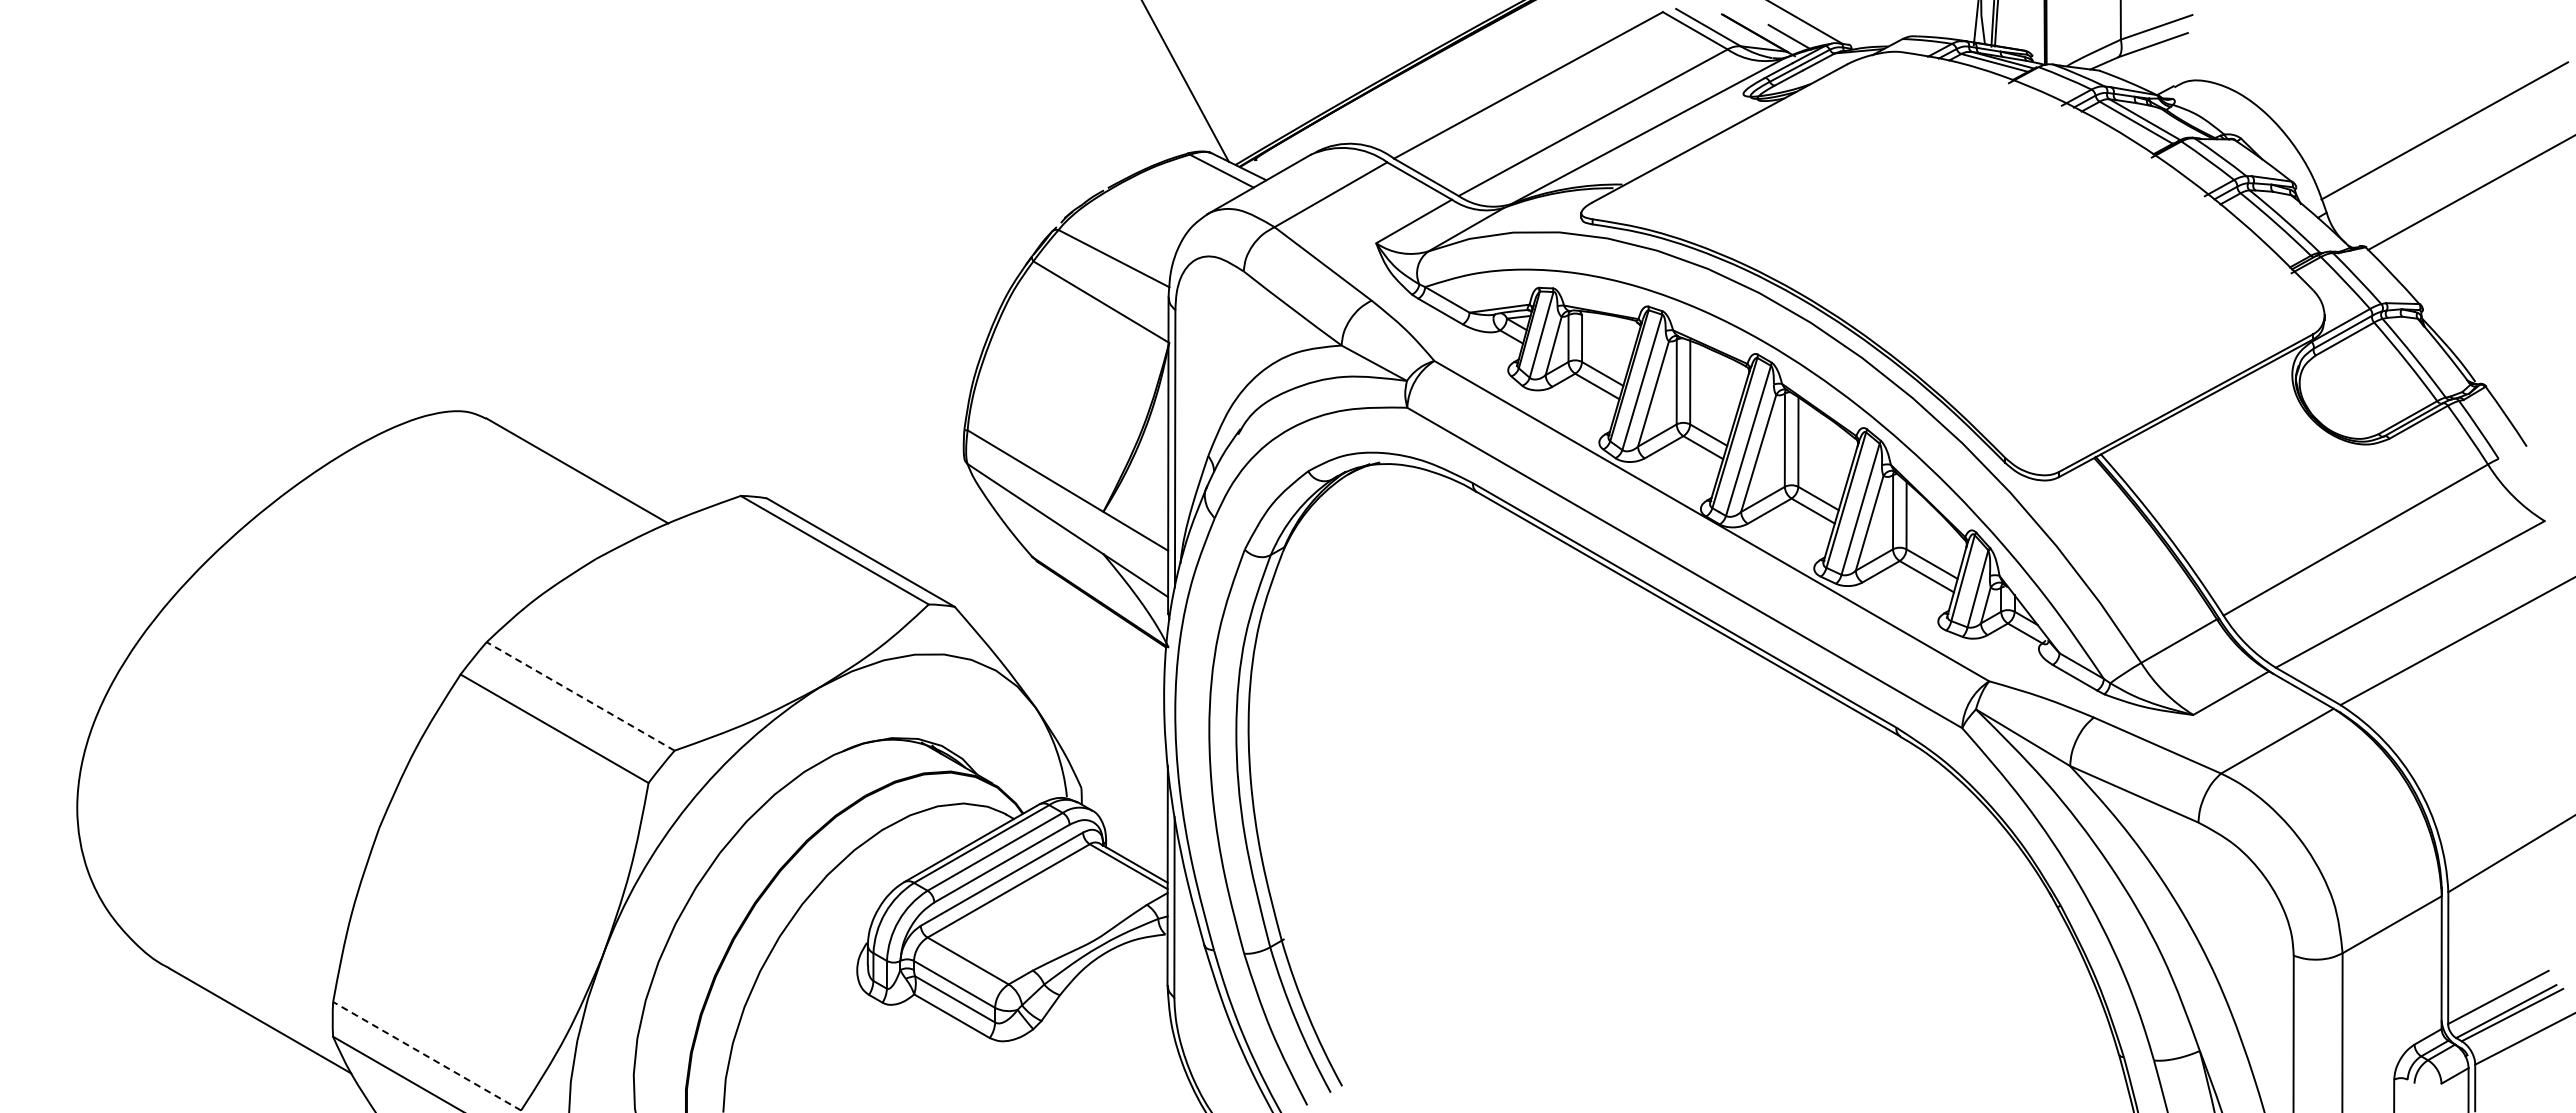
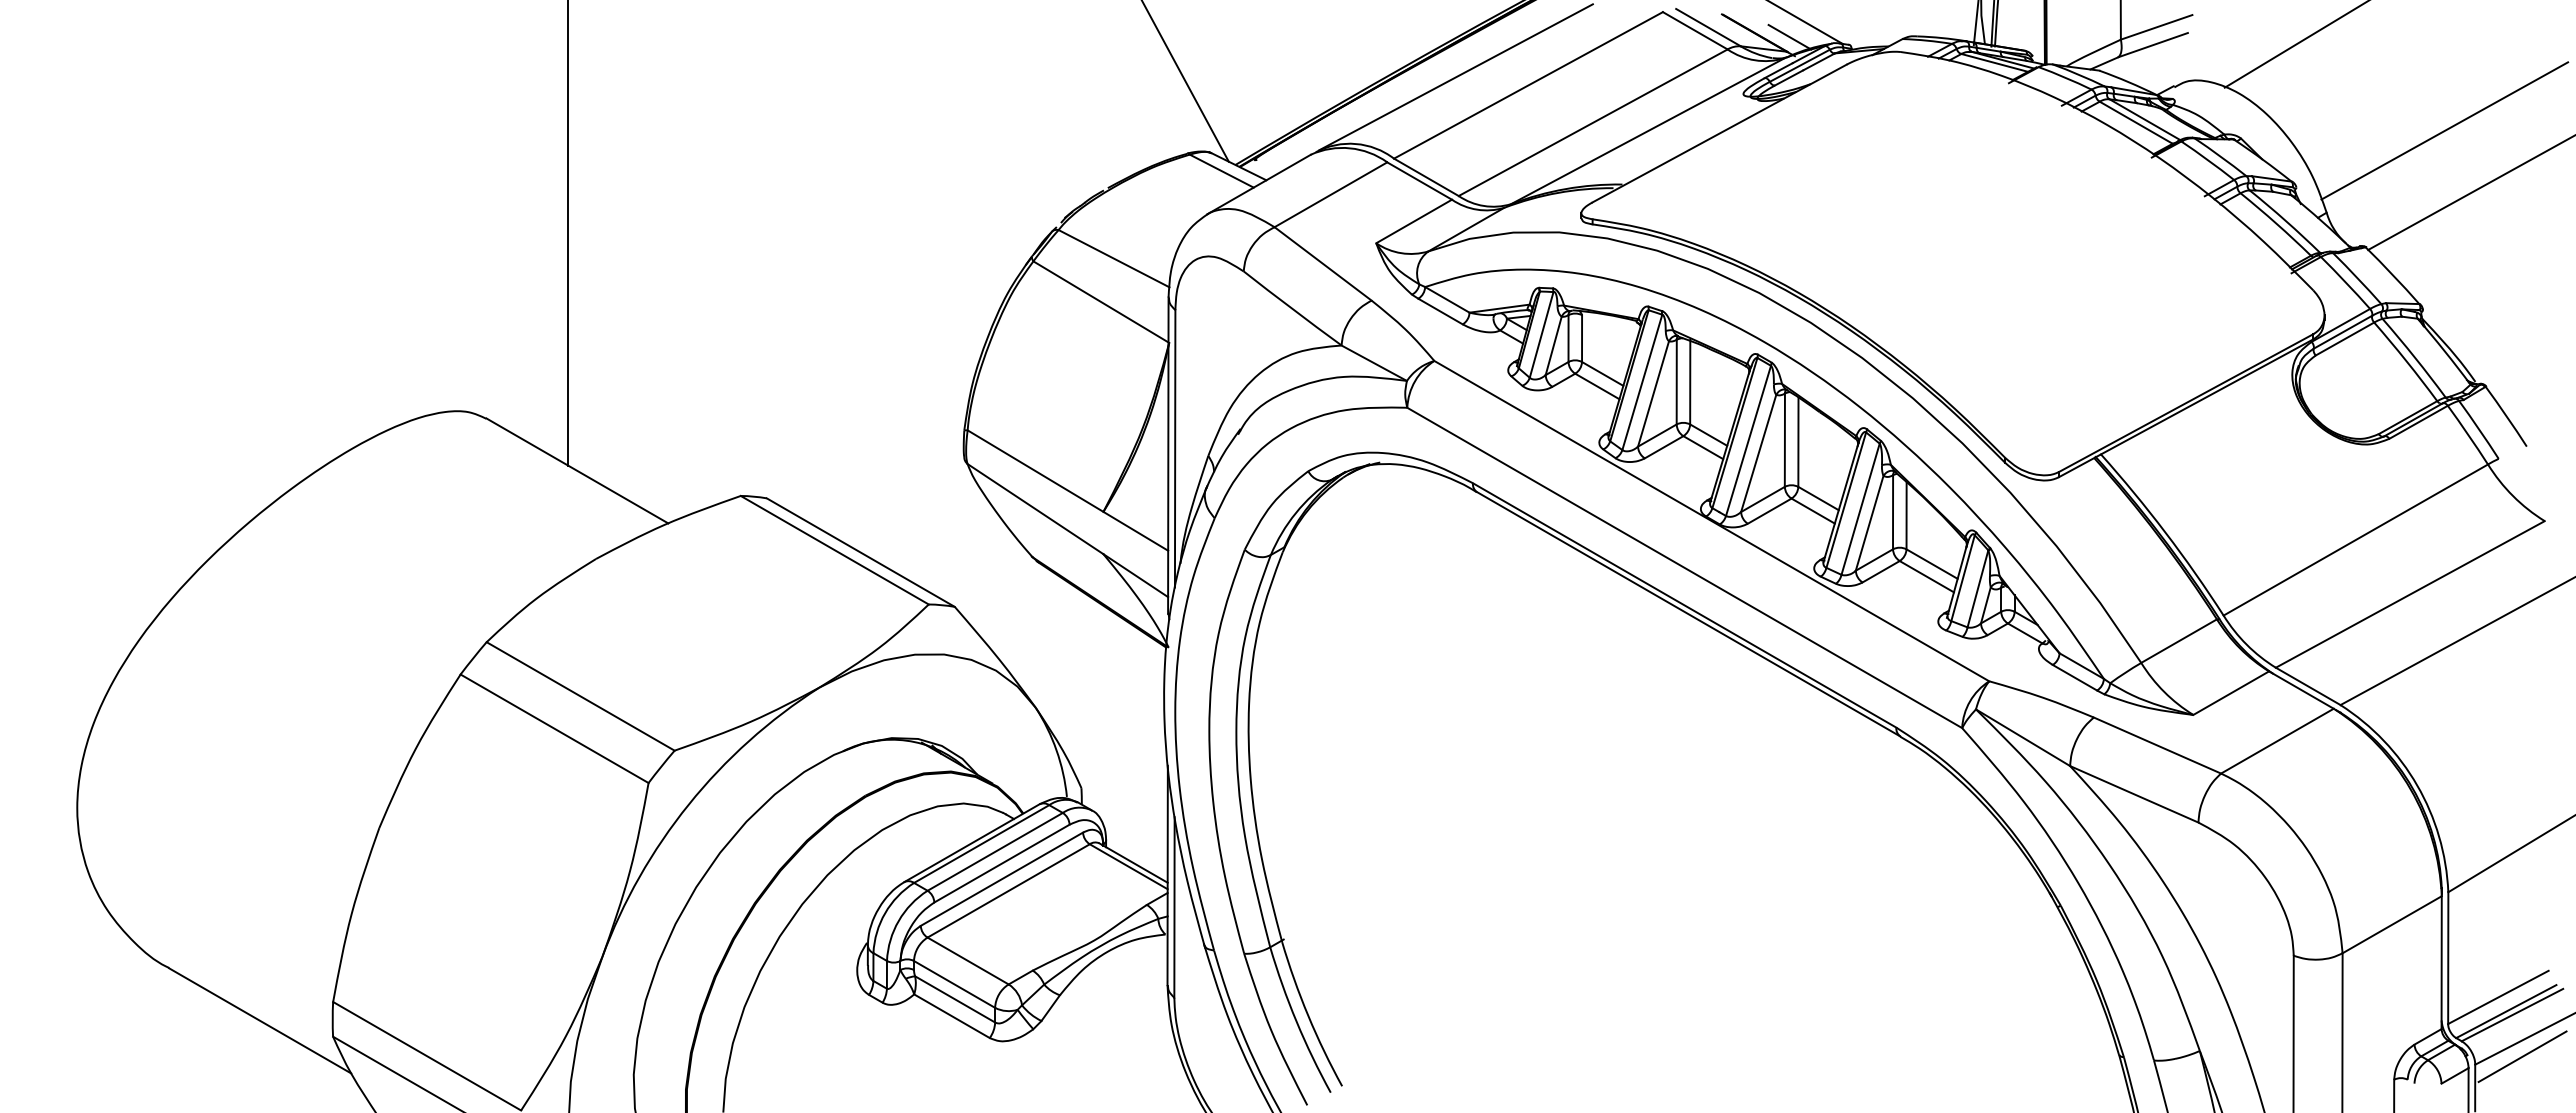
line at (2295, 44): none -> present
line at (1455, 77): none -> present
line at (568, 233): none -> present
line at (580, 696): dashed -> solid
line at (427, 1056): dashed -> solid
line at (2522, 1056): none -> present
